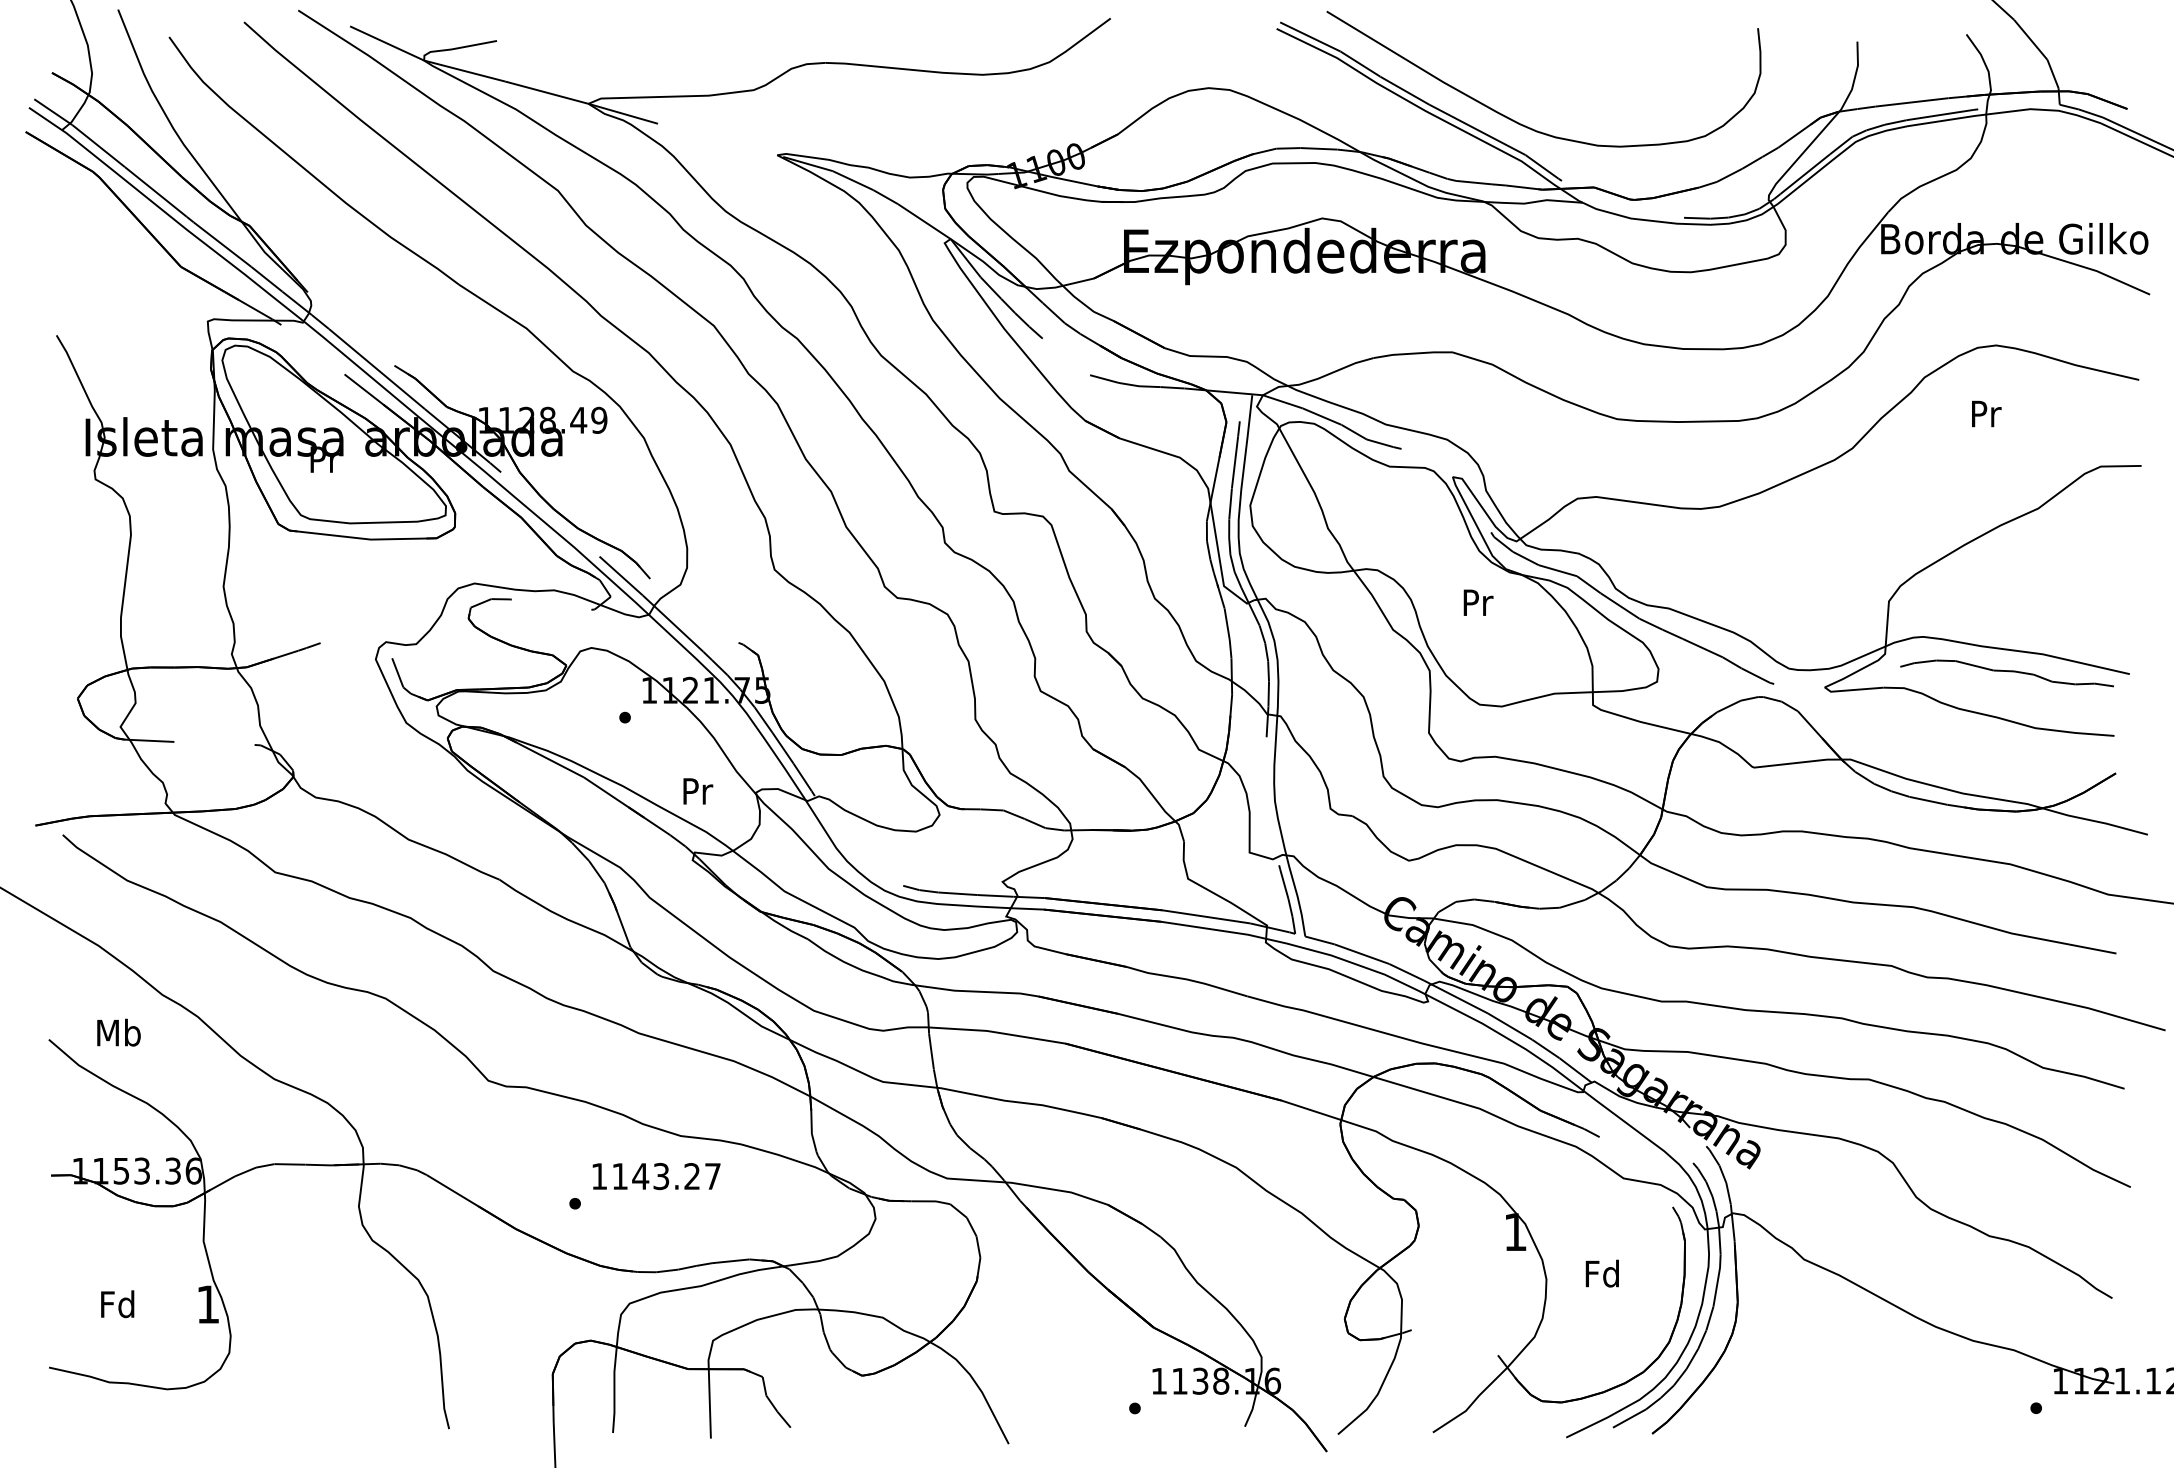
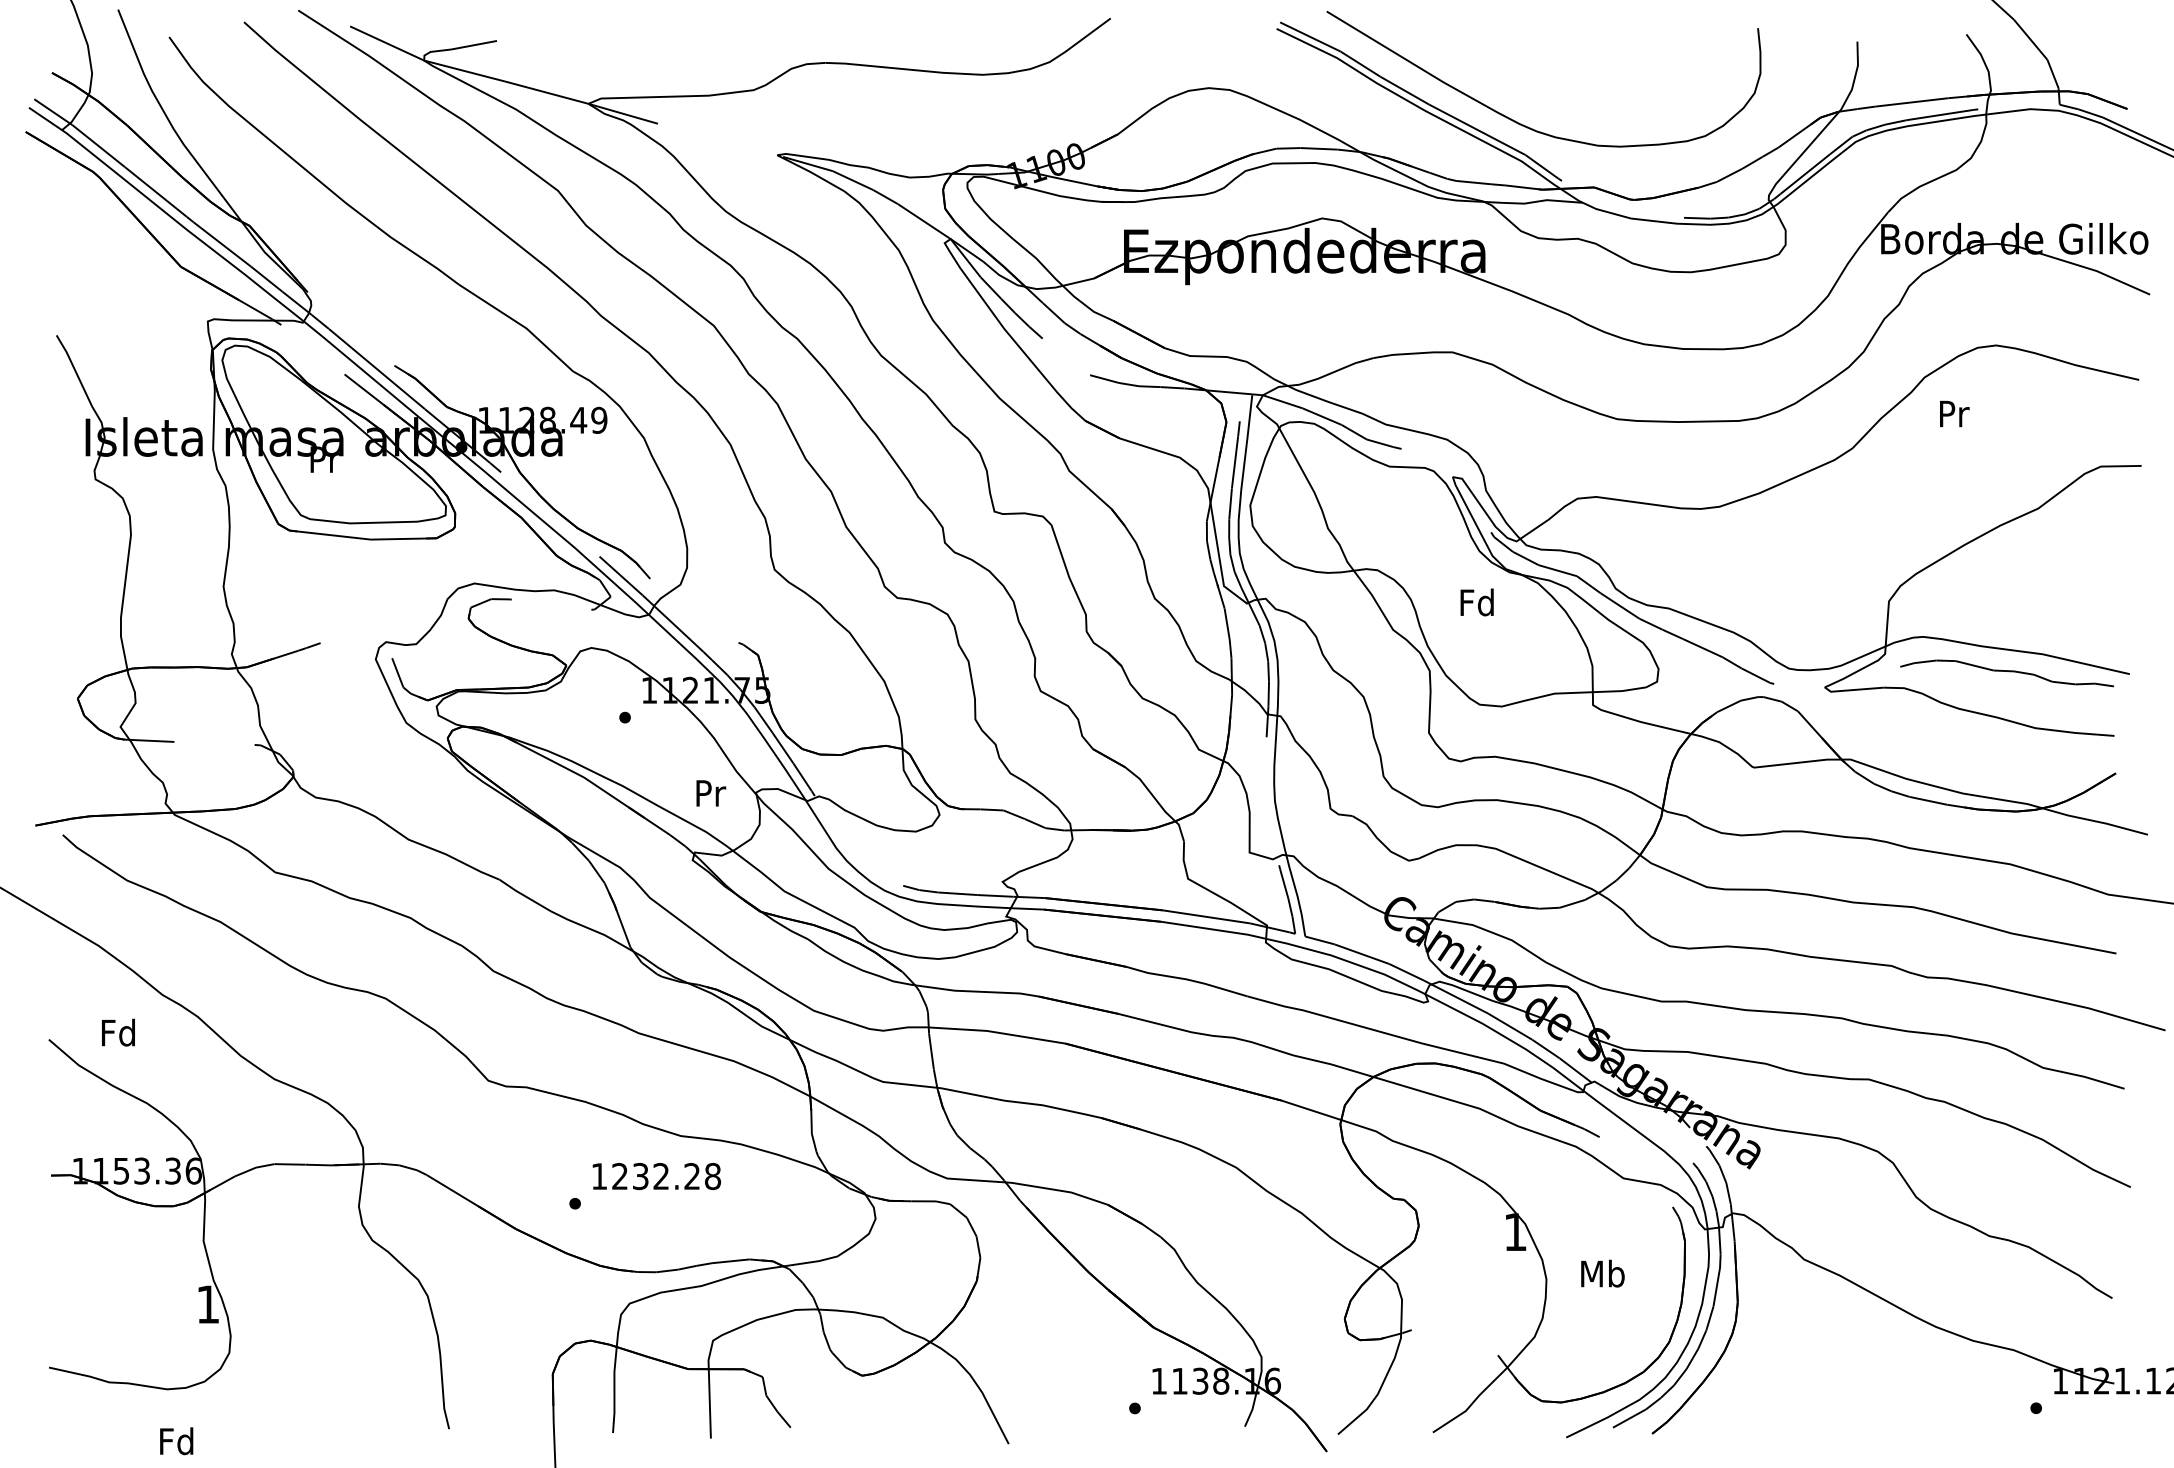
text at (1986, 413) position: (1986, 413) -> (1954, 413)
text at (1476, 602): Pr -> Fd
text at (698, 791) position: (698, 791) -> (711, 793)
text at (118, 1032): Mb -> Fd
text at (666, 1176): 1143.27 -> 1232.28
text at (1602, 1273): Fd -> Mb
text at (117, 1304) position: (117, 1304) -> (176, 1441)
